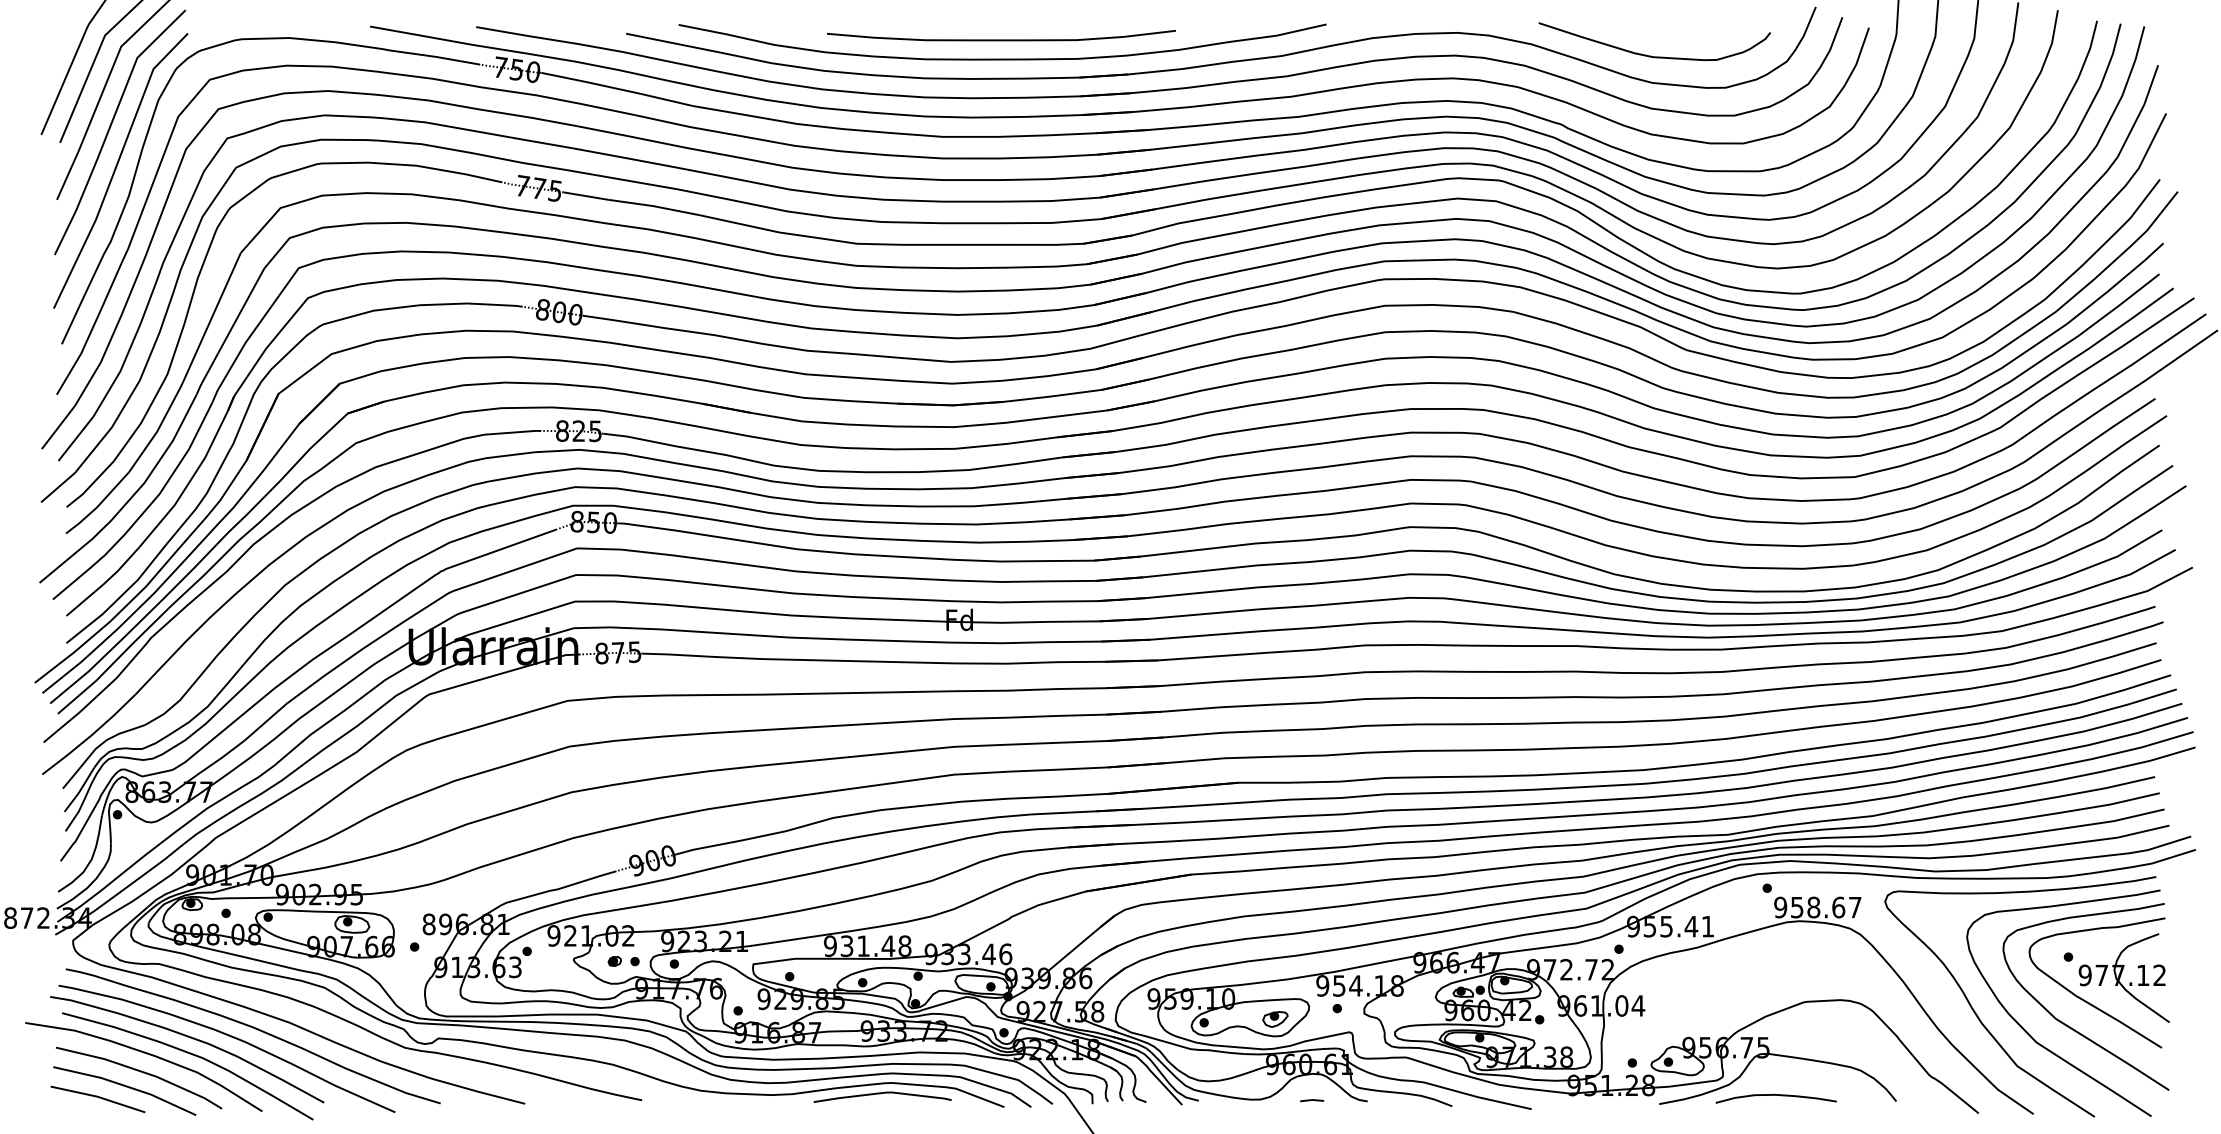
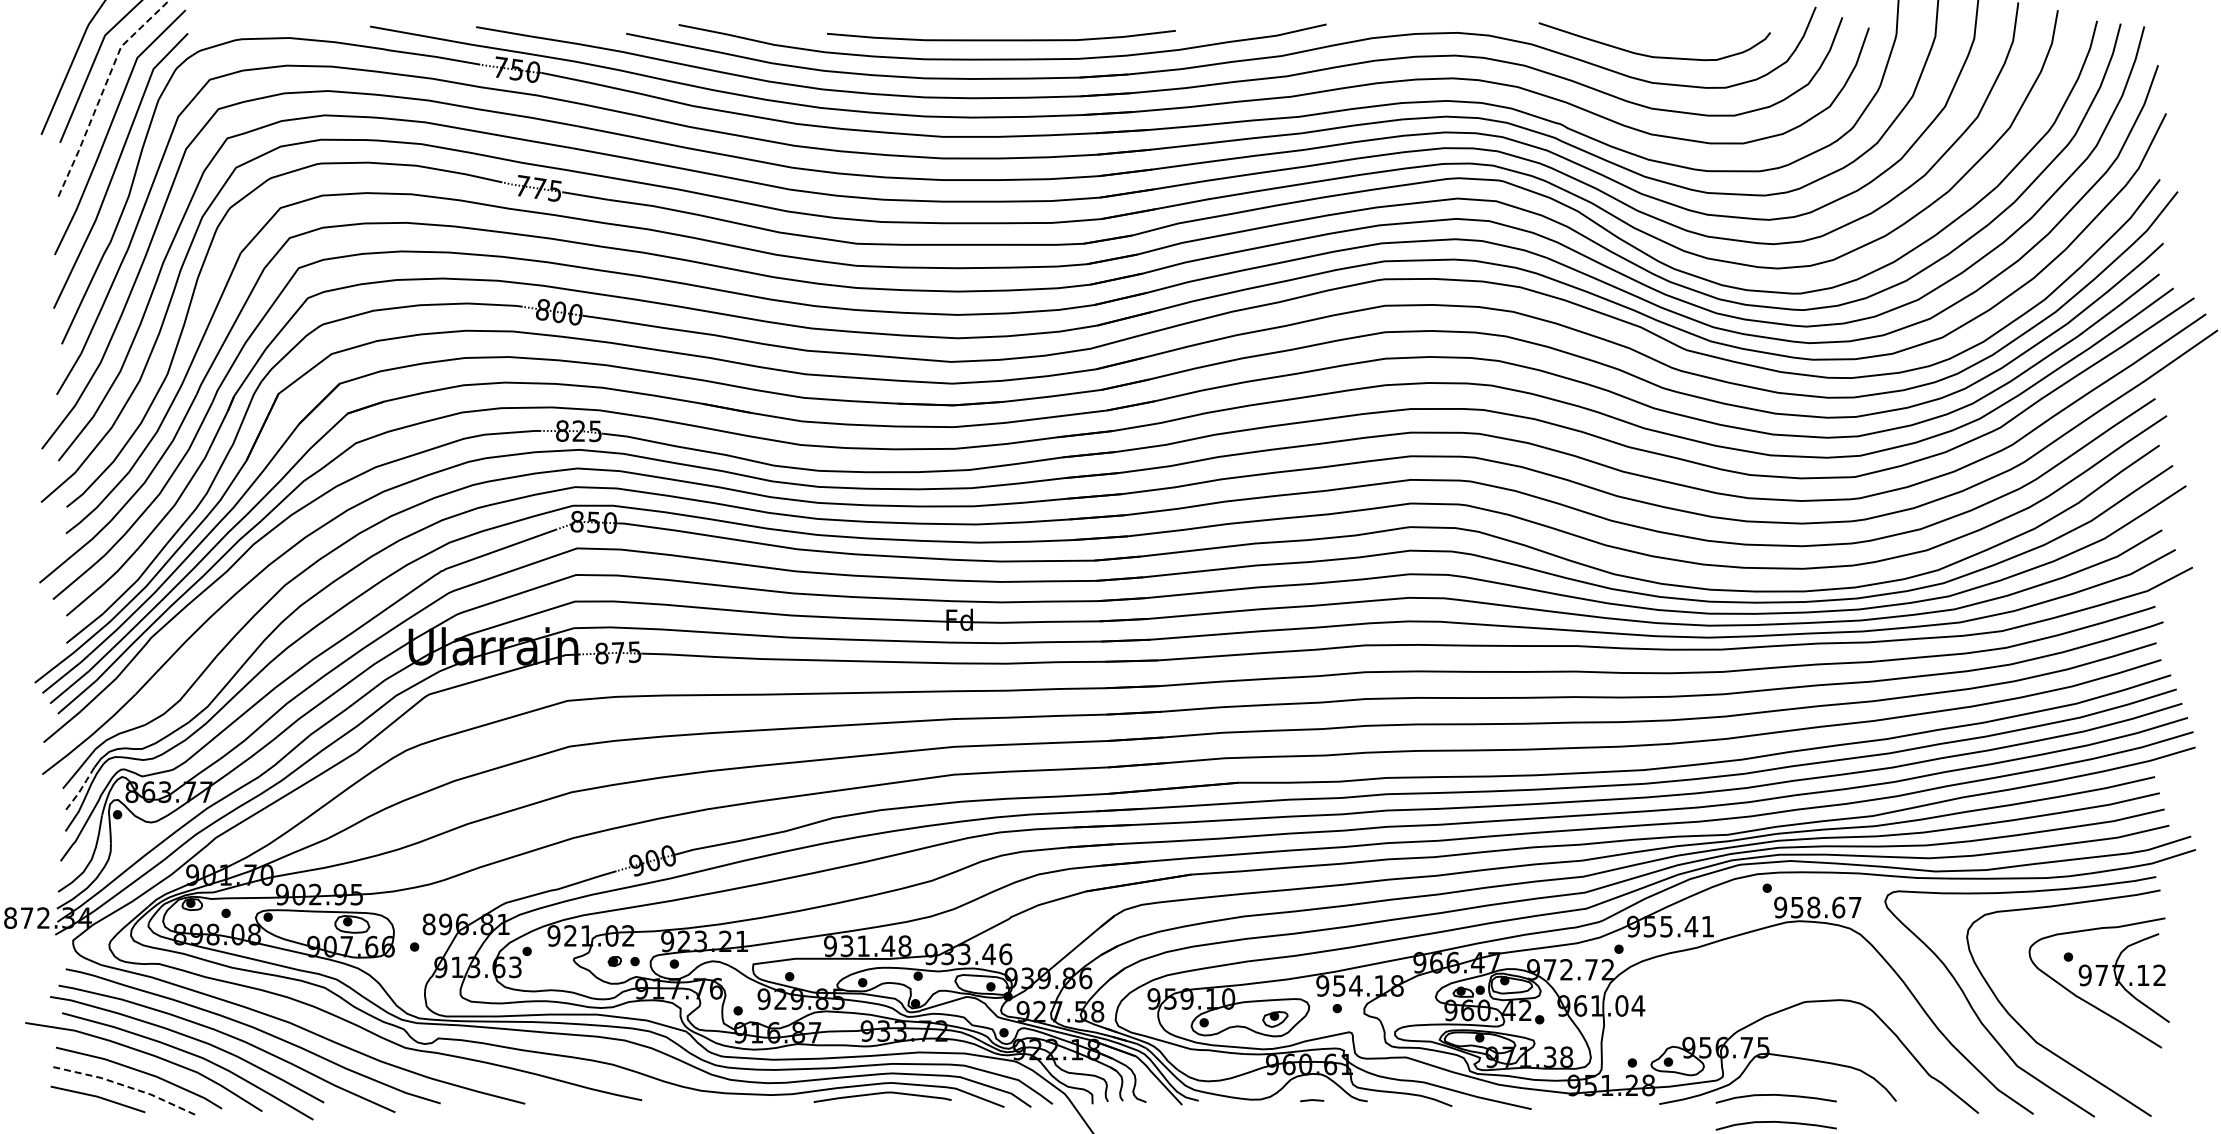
line at (102, 92): solid -> dashed
line at (80, 790): solid -> dashed
curve at (2070, 1026): present -> none
line at (126, 1086): solid -> dashed
curve at (1775, 1122): none -> present
